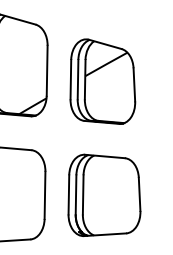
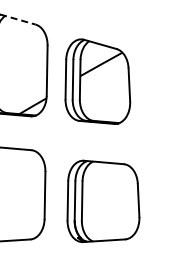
line at (18, 19): solid -> dashed
part at (102, 81) position: (102, 81) -> (97, 81)
part at (104, 194) position: (104, 194) -> (103, 200)
